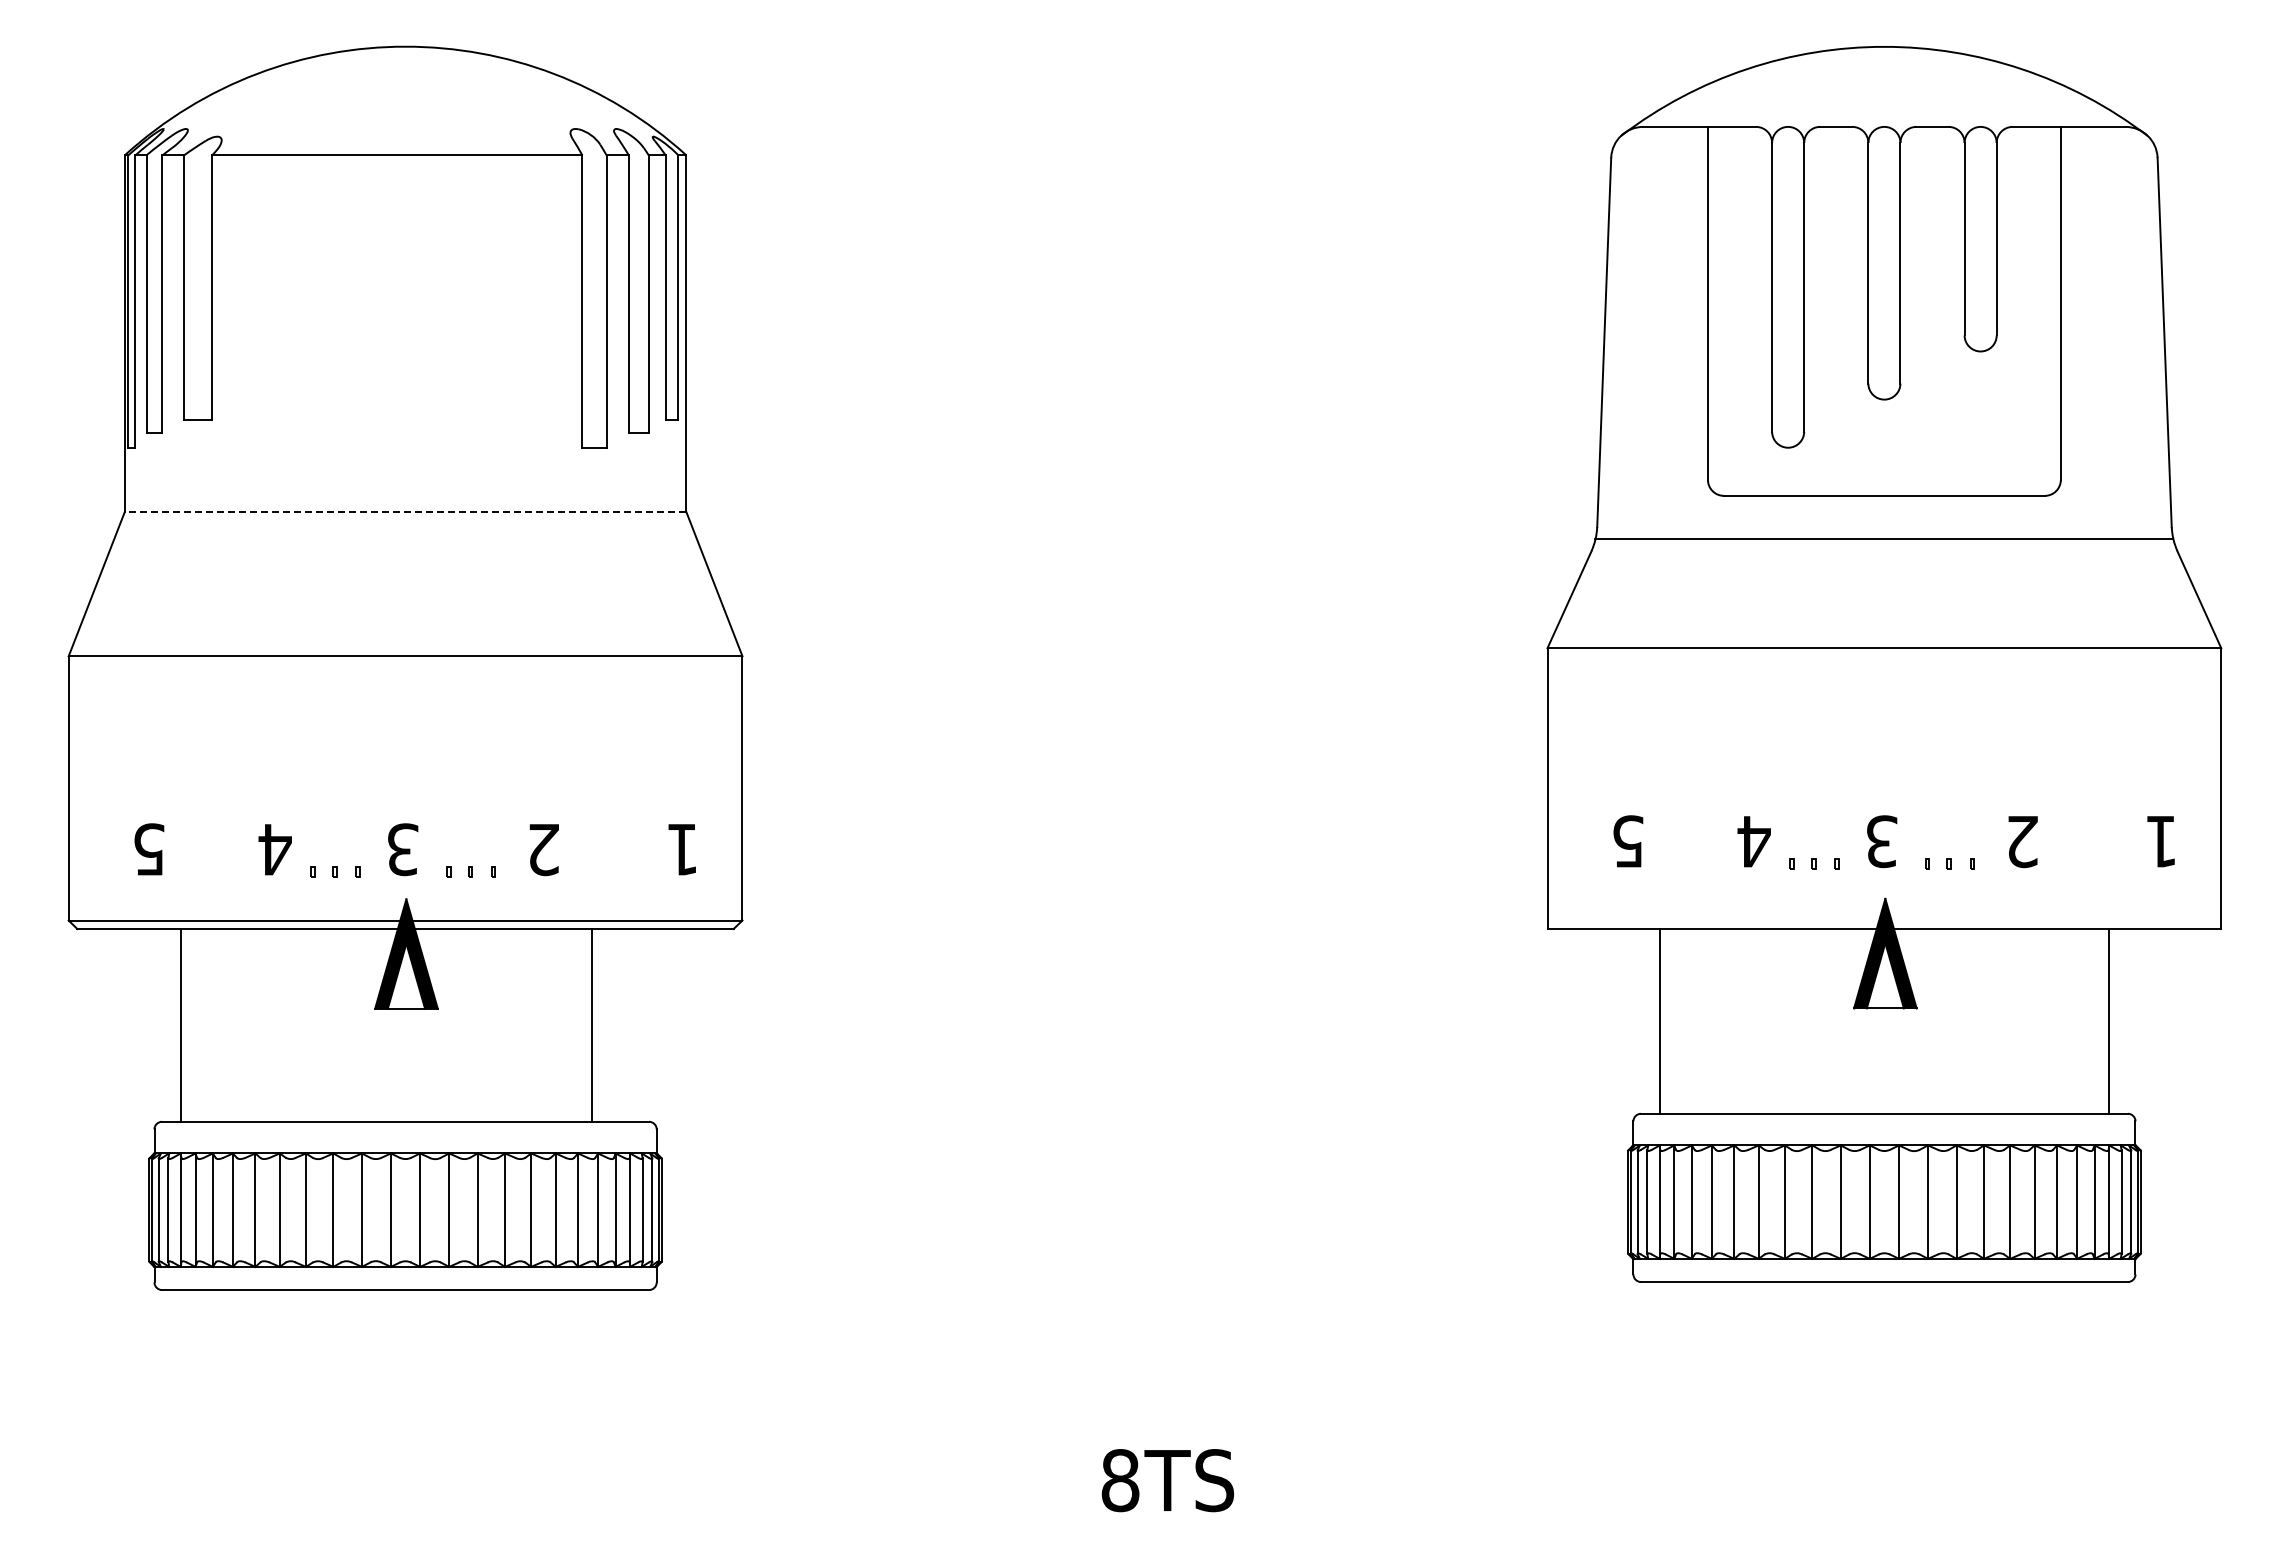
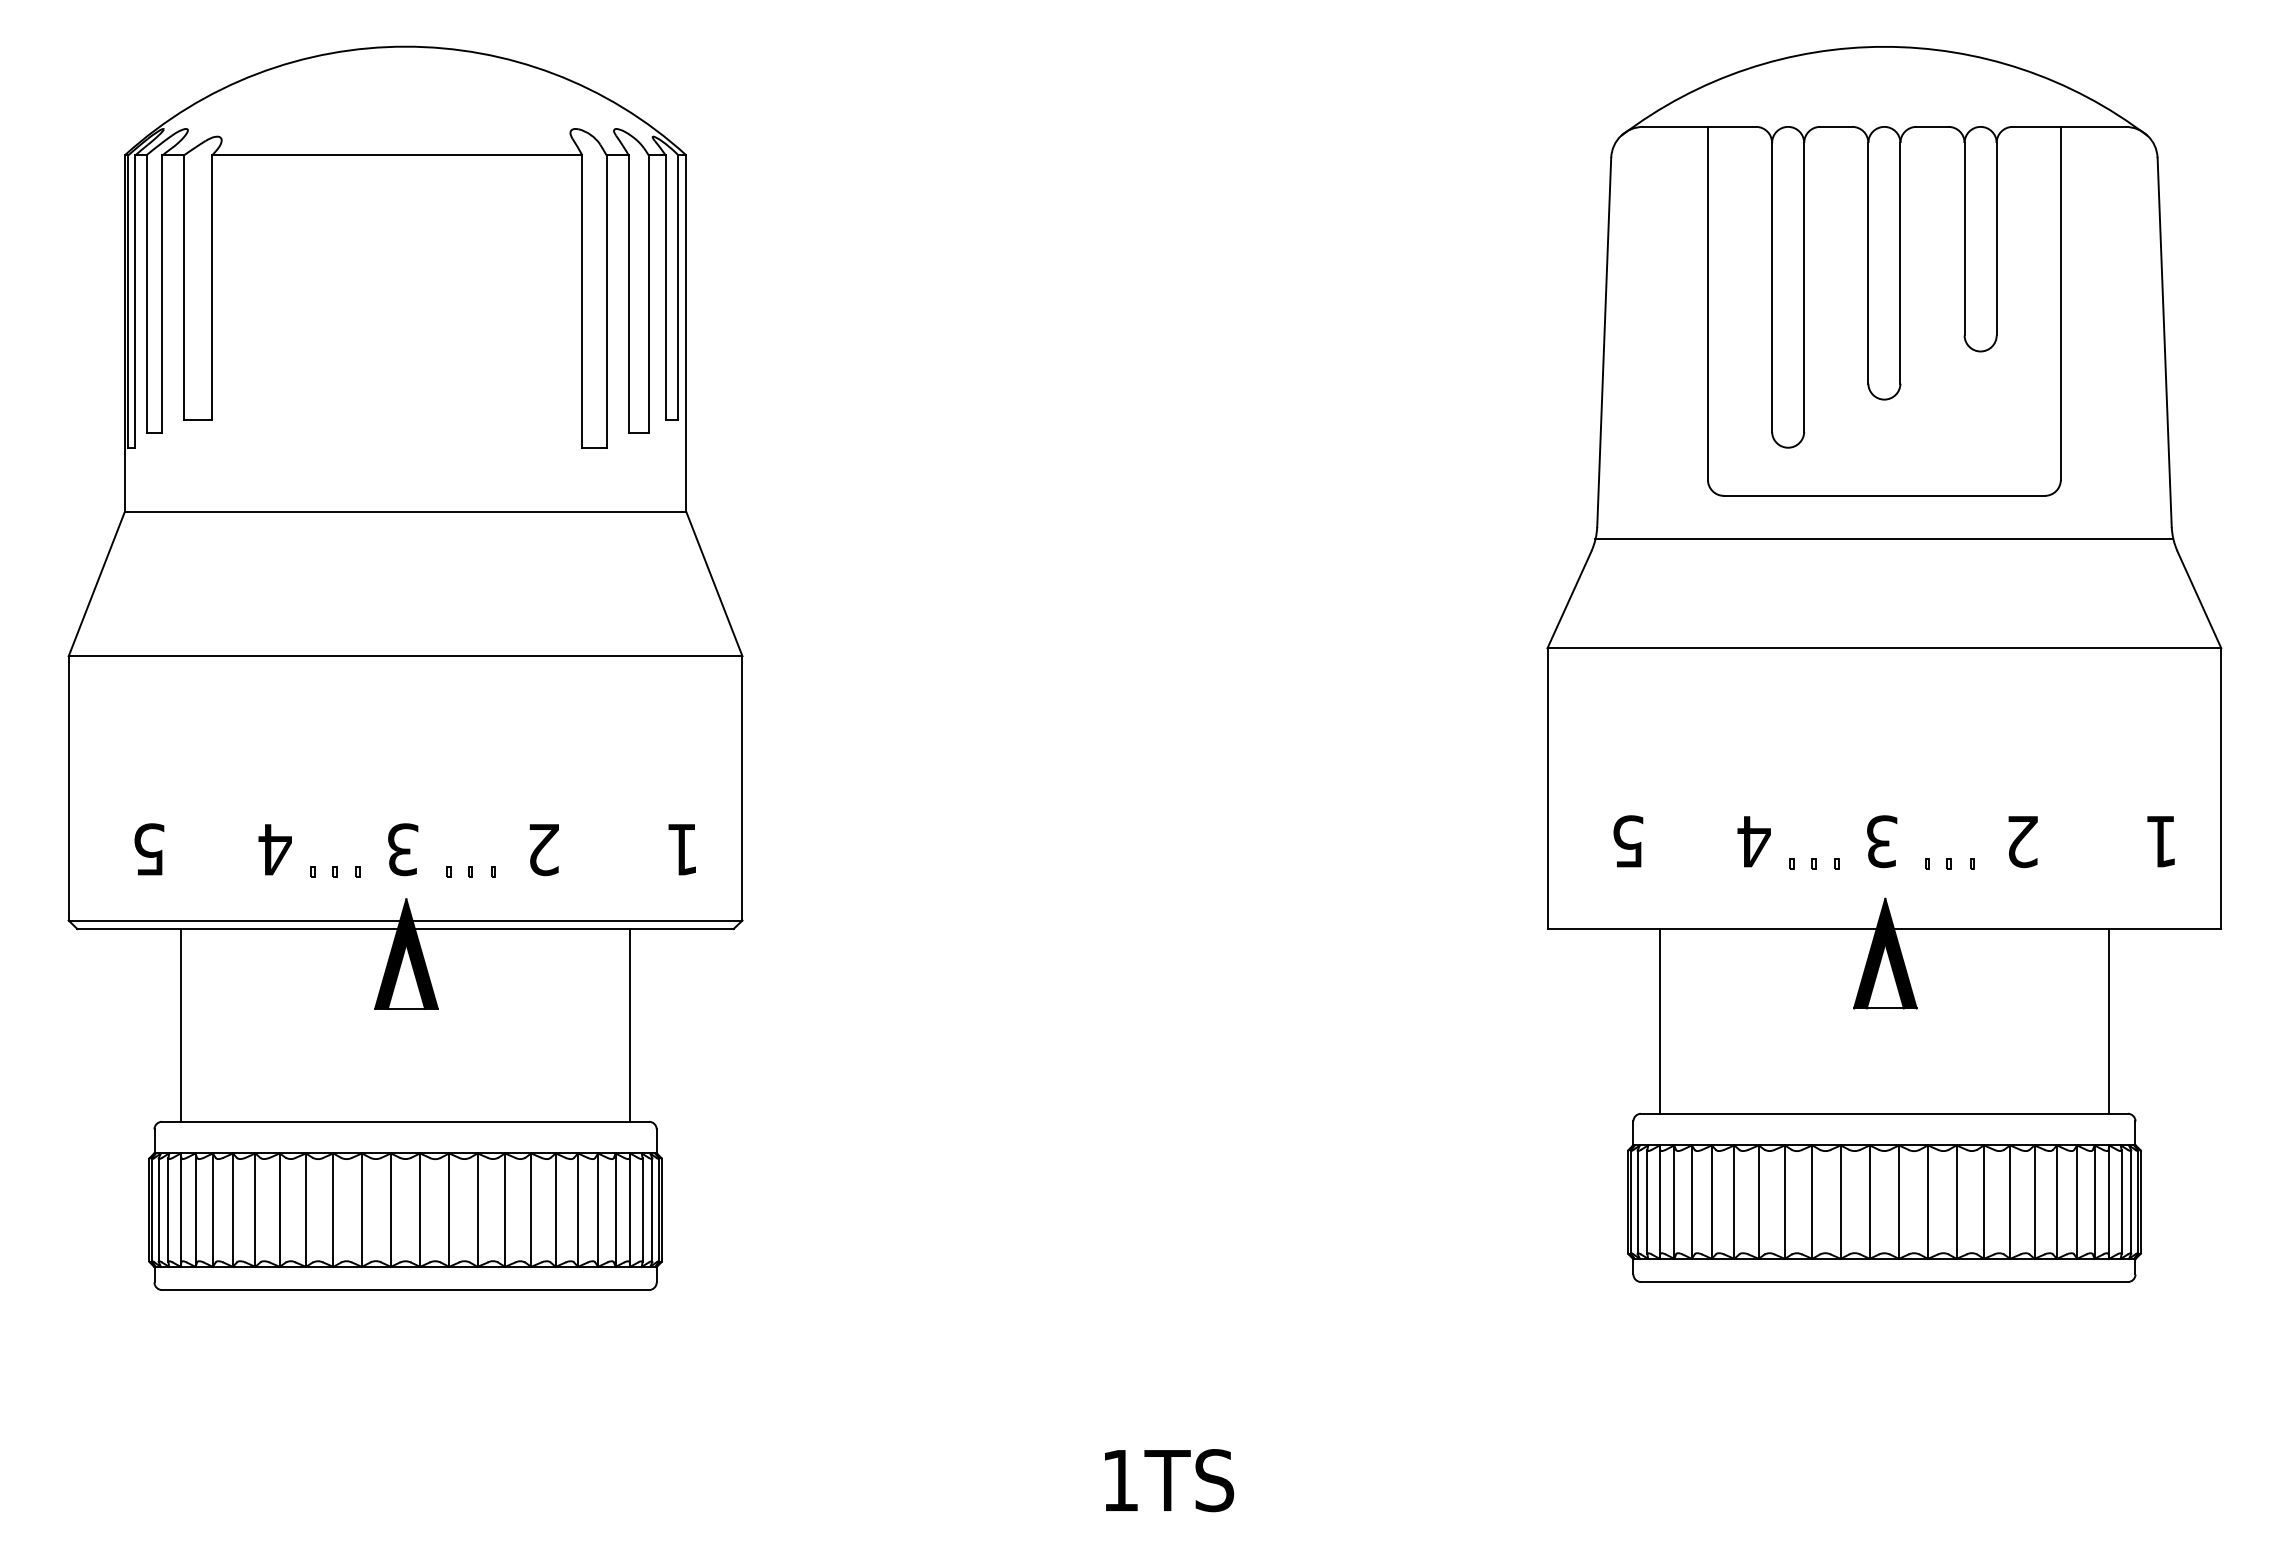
line at (405, 511): dashed -> solid
line at (592, 1025) position: (592, 1025) -> (630, 1025)
text at (1120, 1480): 8TS -> 1TS
